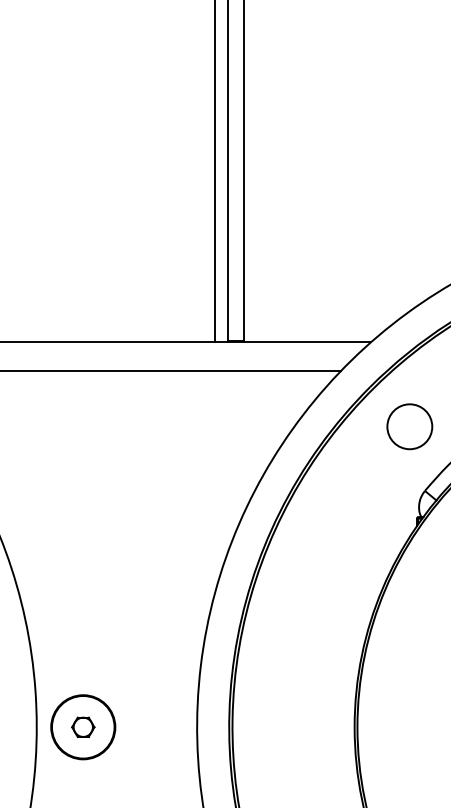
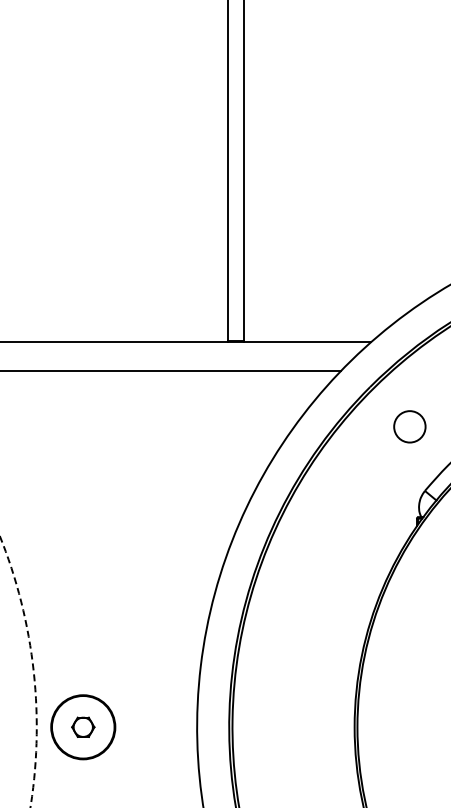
line at (214, 172): present -> none
circle at (409, 426) size: 48x48 px -> 34x34 px
arc at (33, 670): solid -> dashed
